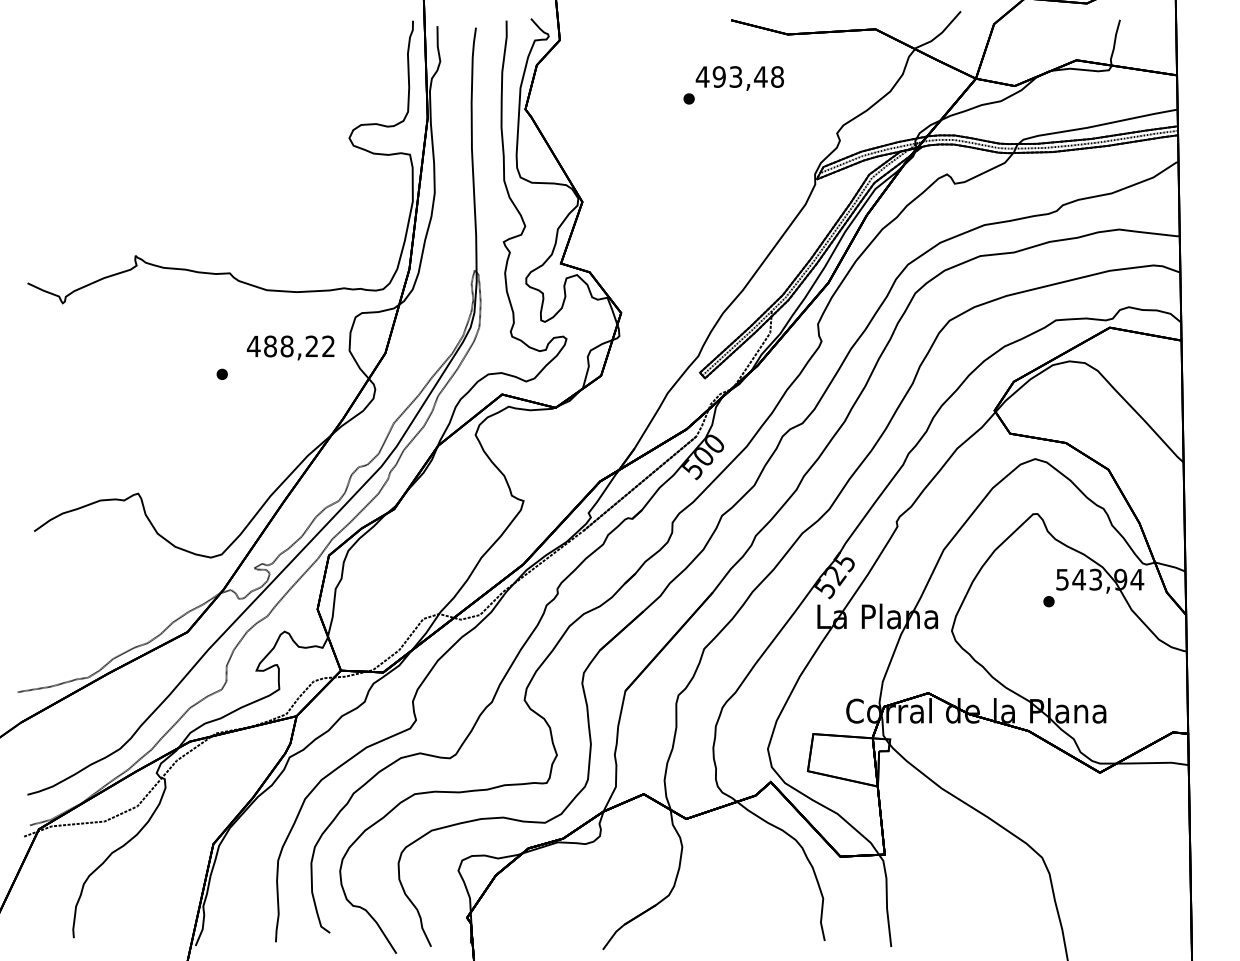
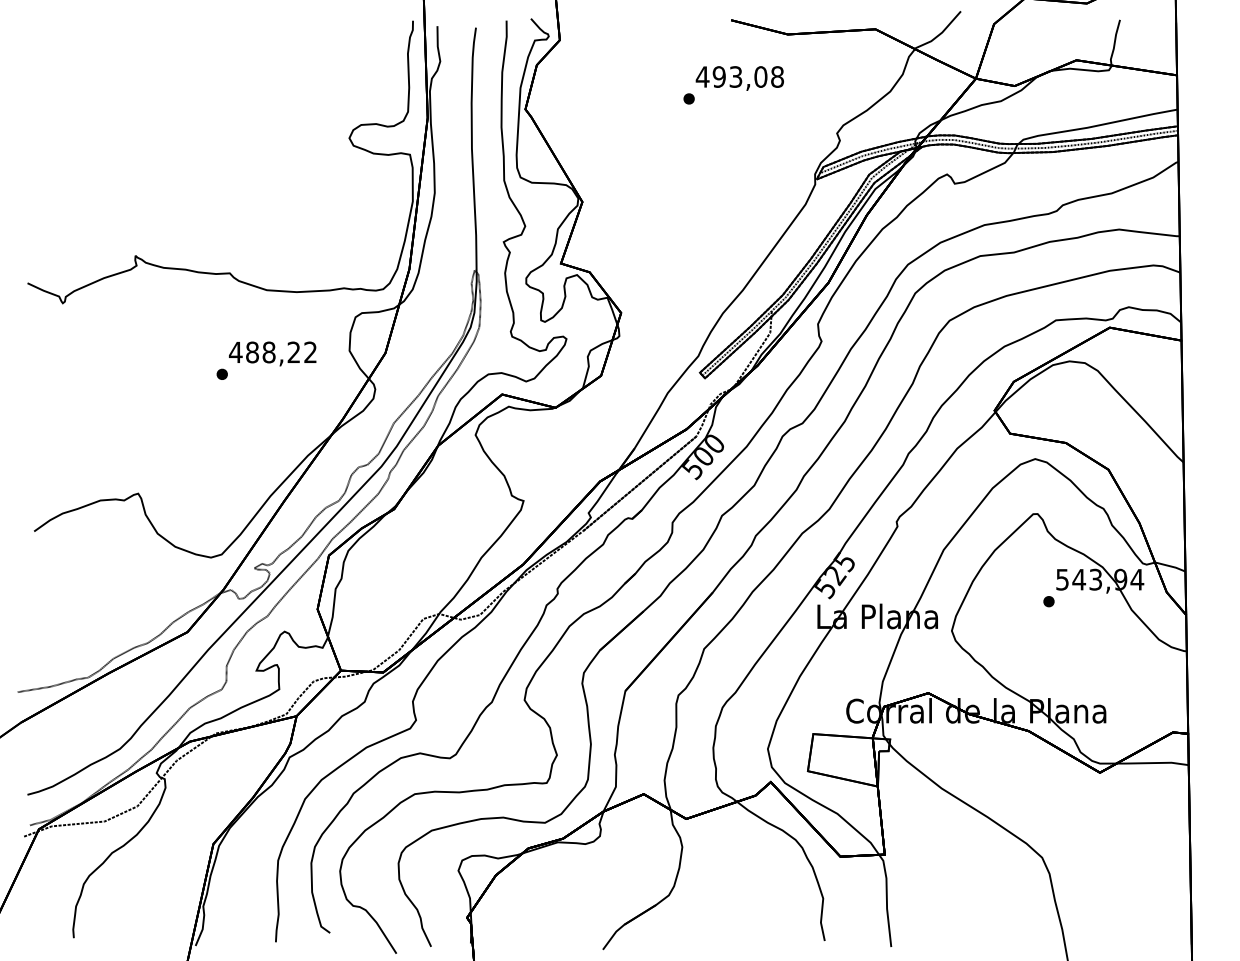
text at (760, 76): 493,48 -> 493,08
text at (290, 347) position: (290, 347) -> (272, 353)
